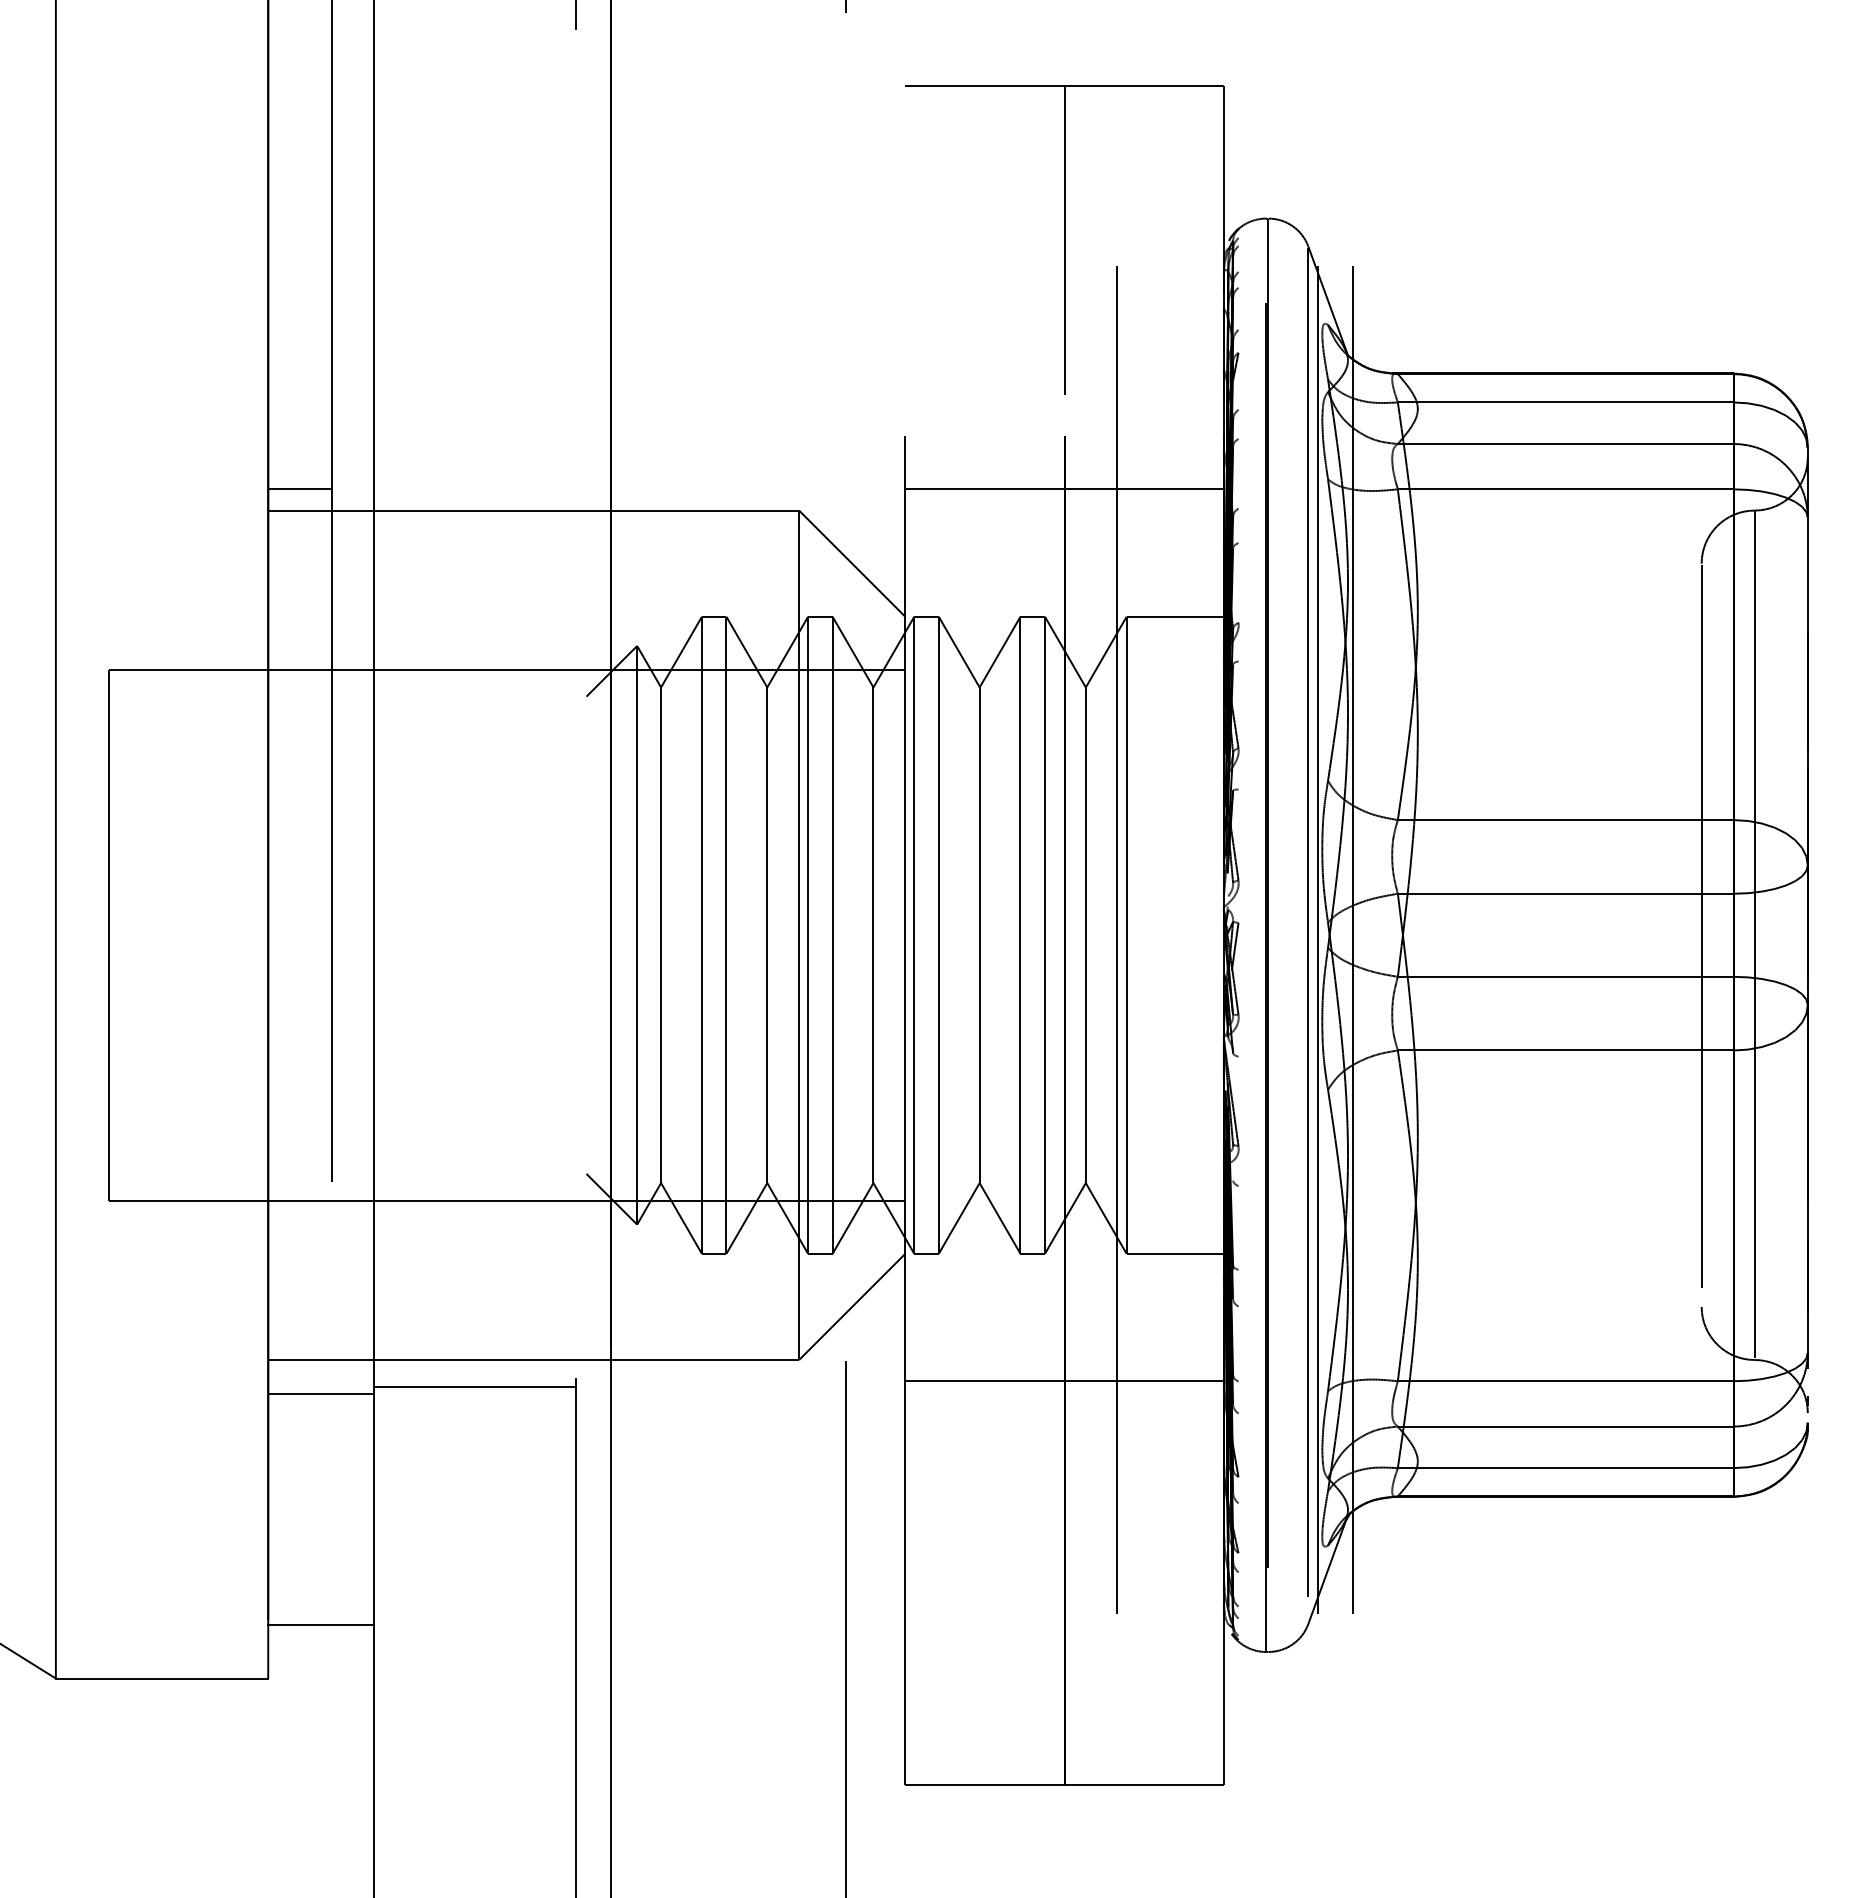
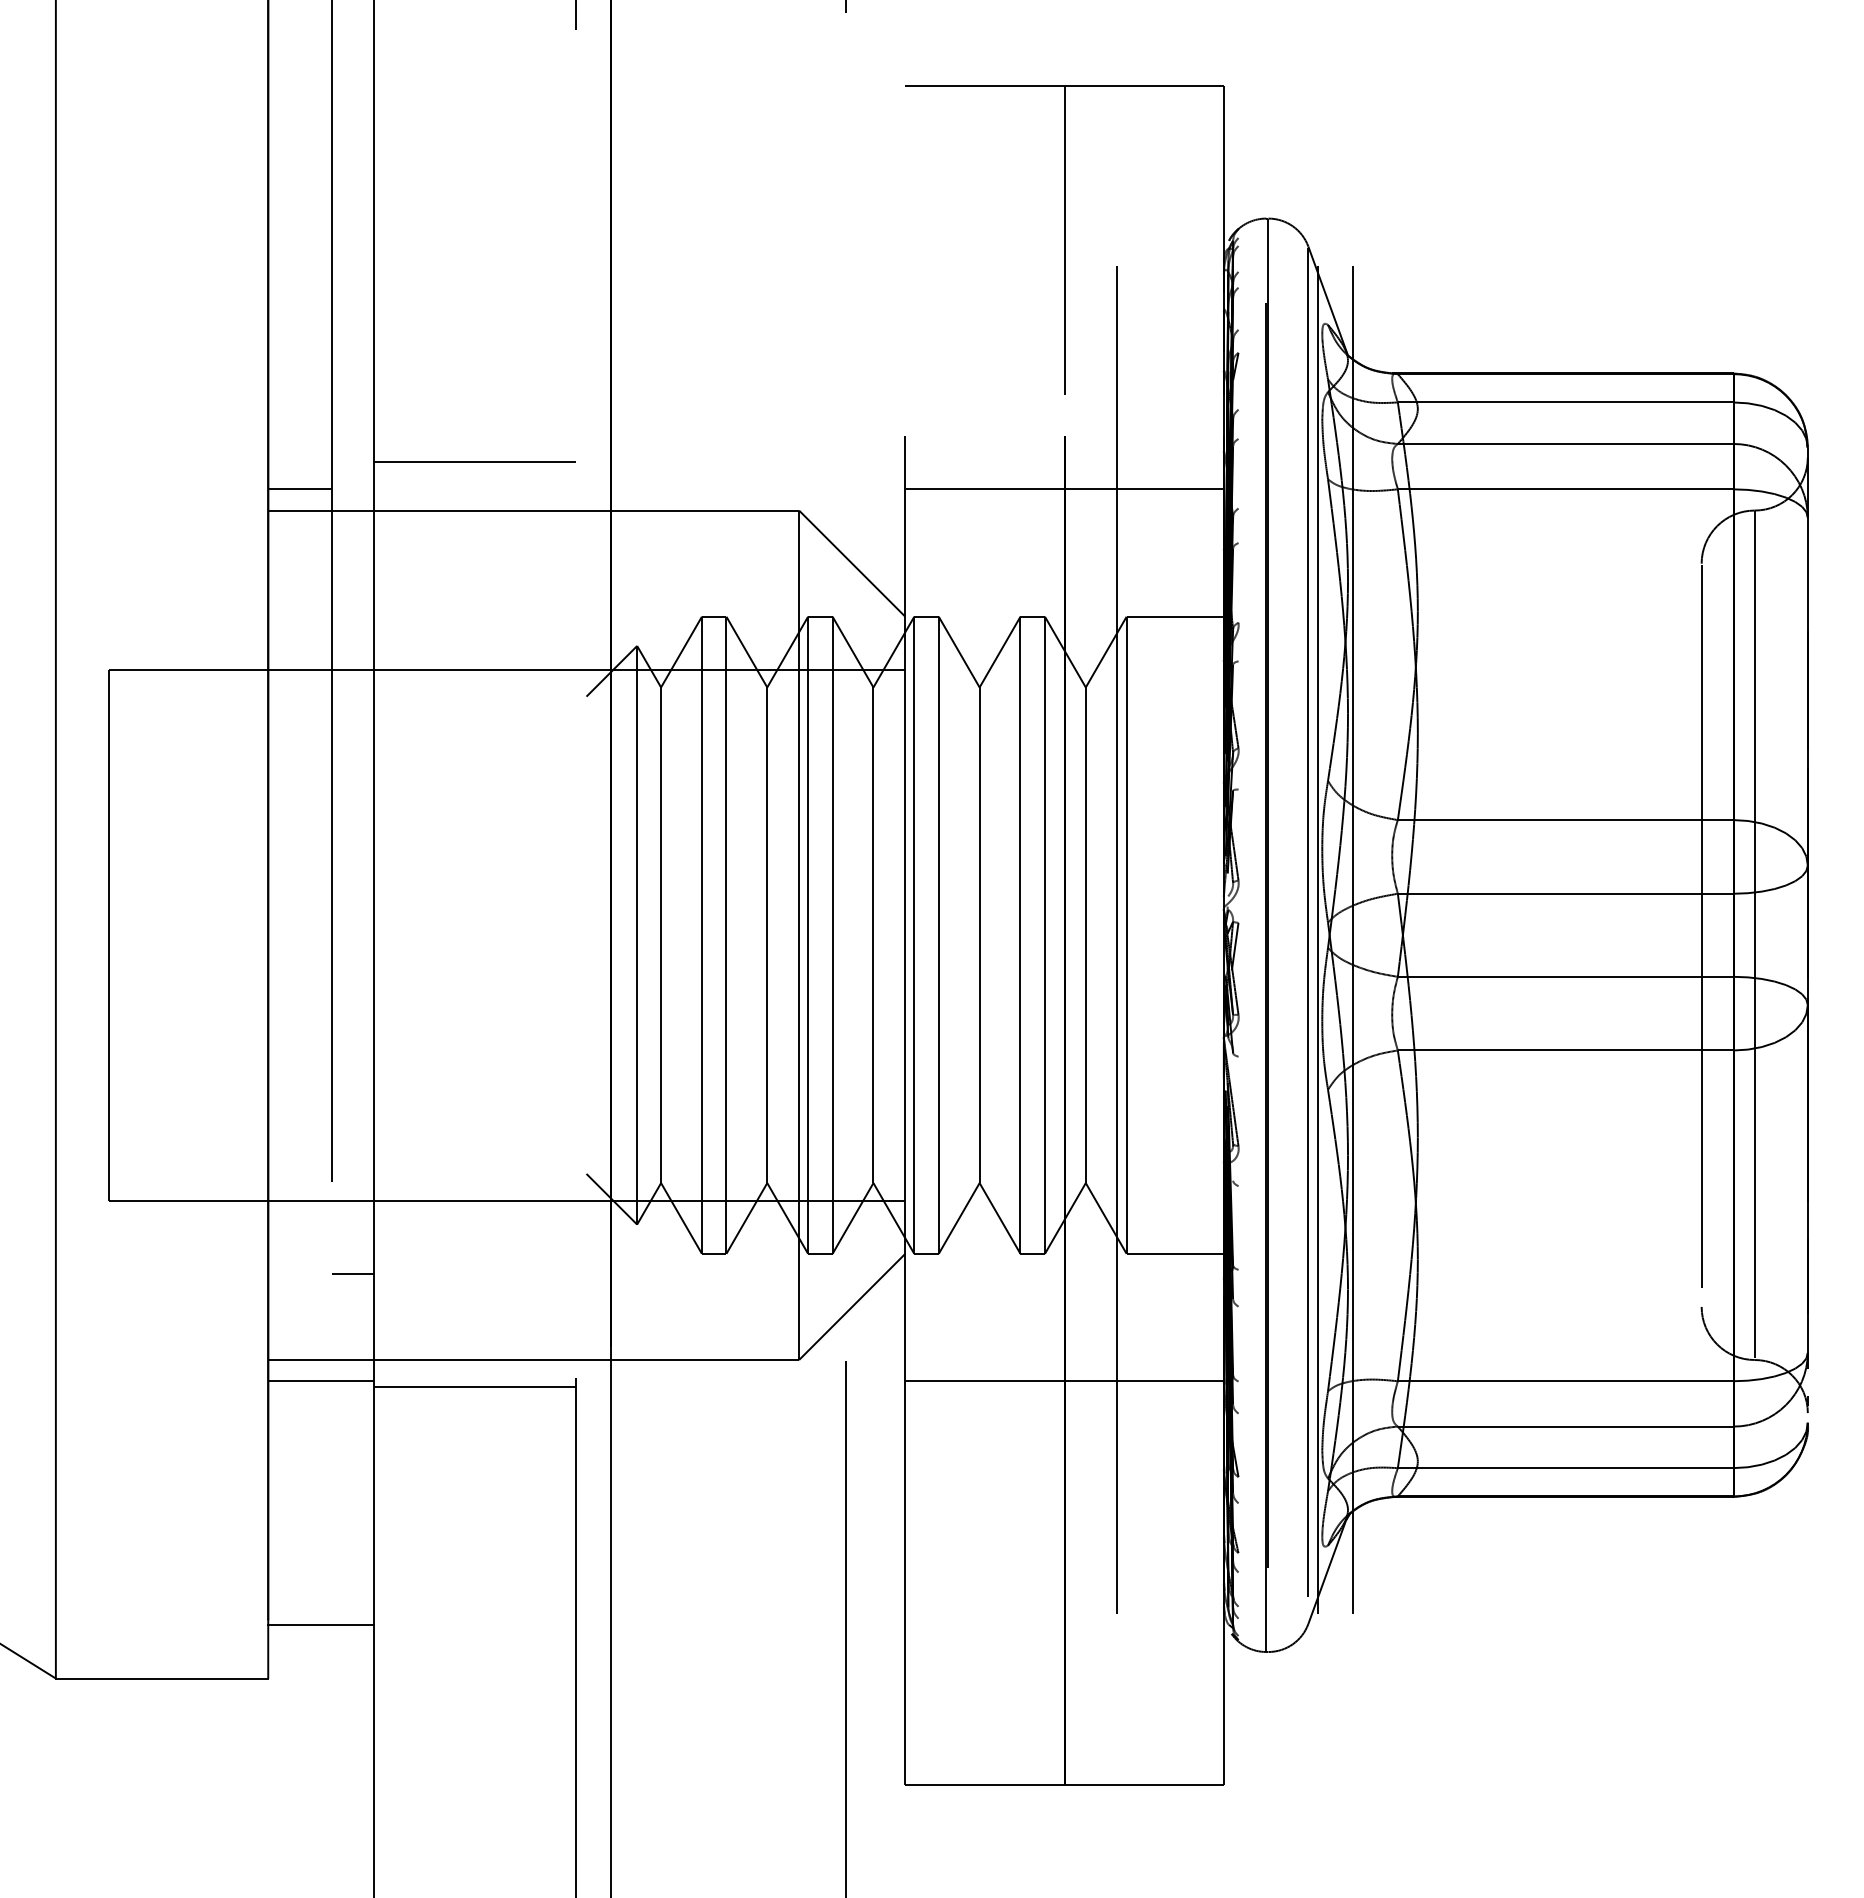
line at (474, 461): none -> present
line at (352, 1274): none -> present
line at (321, 1394) position: (321, 1394) -> (321, 1381)
